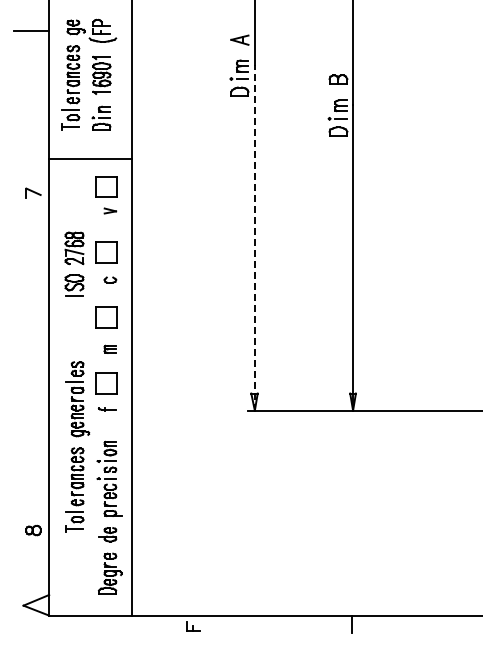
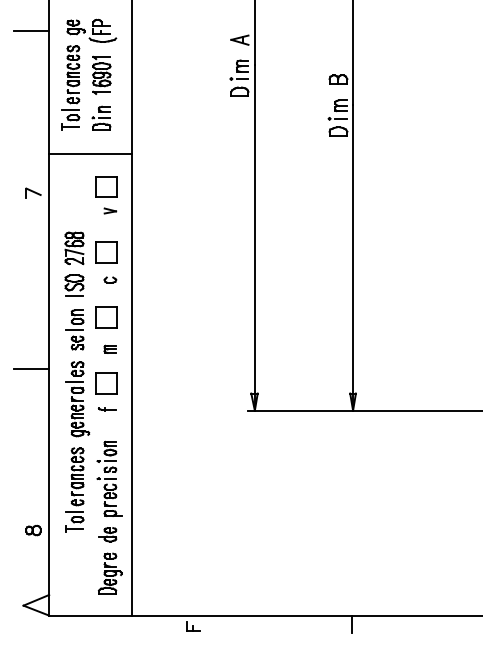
line at (90, 158) position: (90, 158) -> (90, 153)
line at (254, 238): dashed -> solid
part at (74, 329): none -> present
line at (31, 368): none -> present
